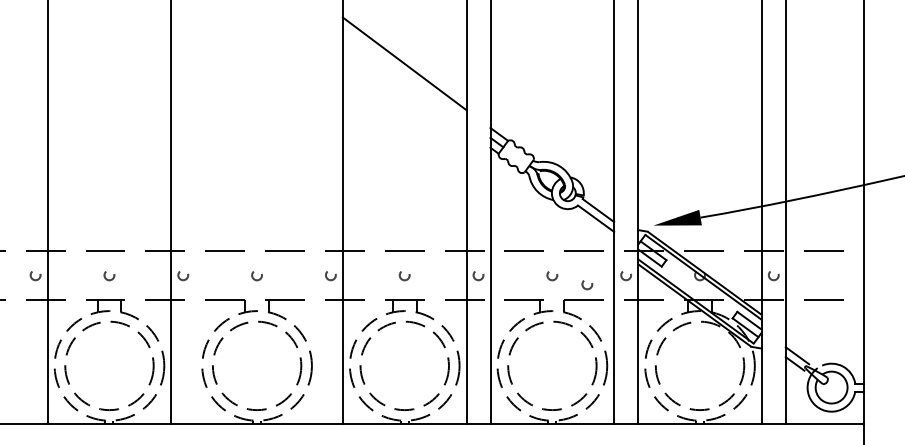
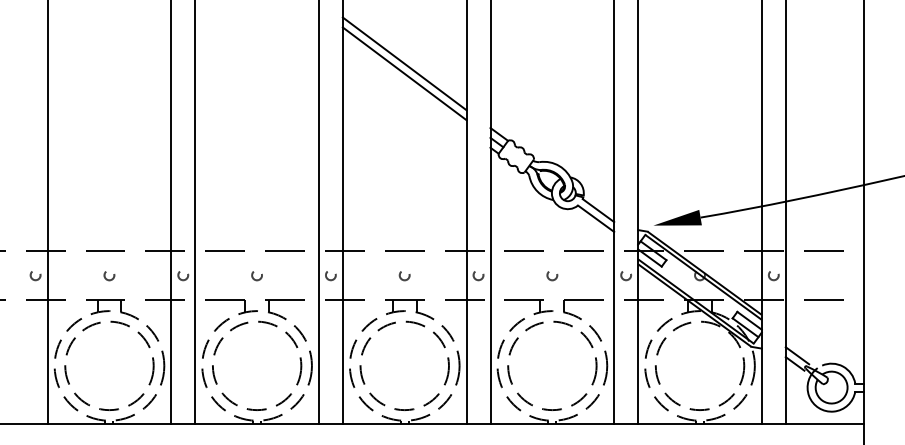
line at (404, 73): none -> present
line at (195, 212): none -> present
line at (318, 212): none -> present
circle at (587, 285): present -> none
